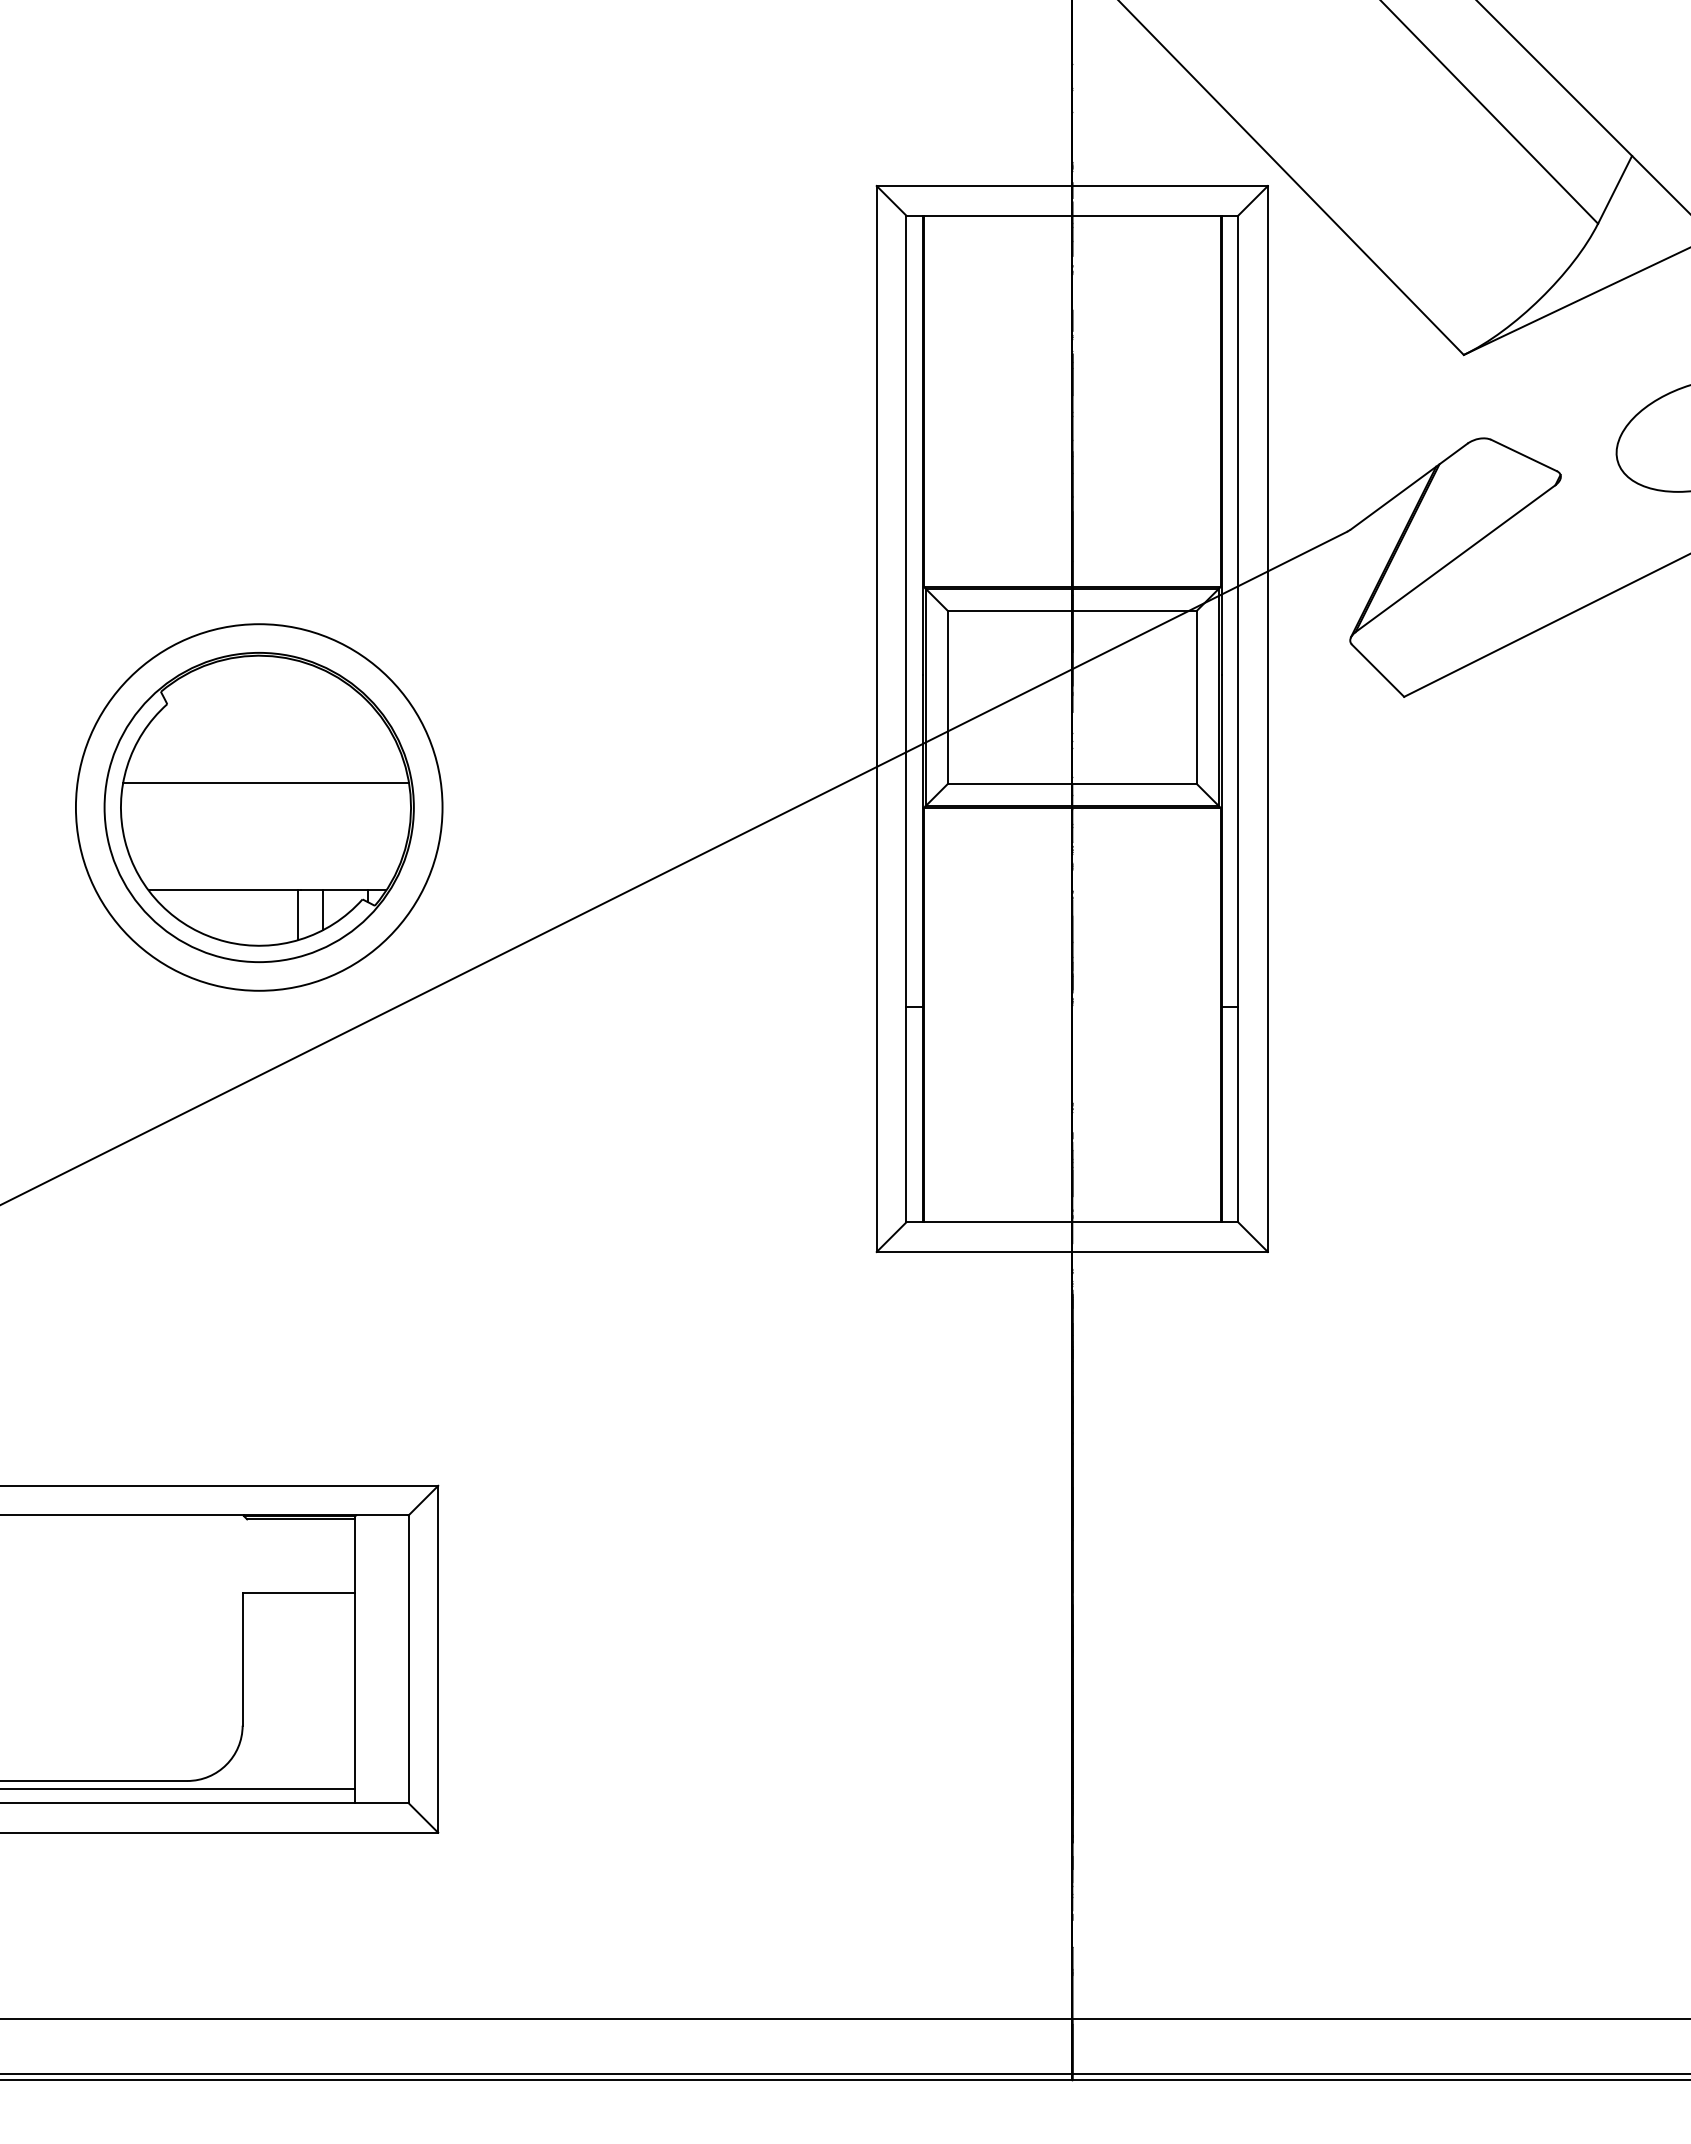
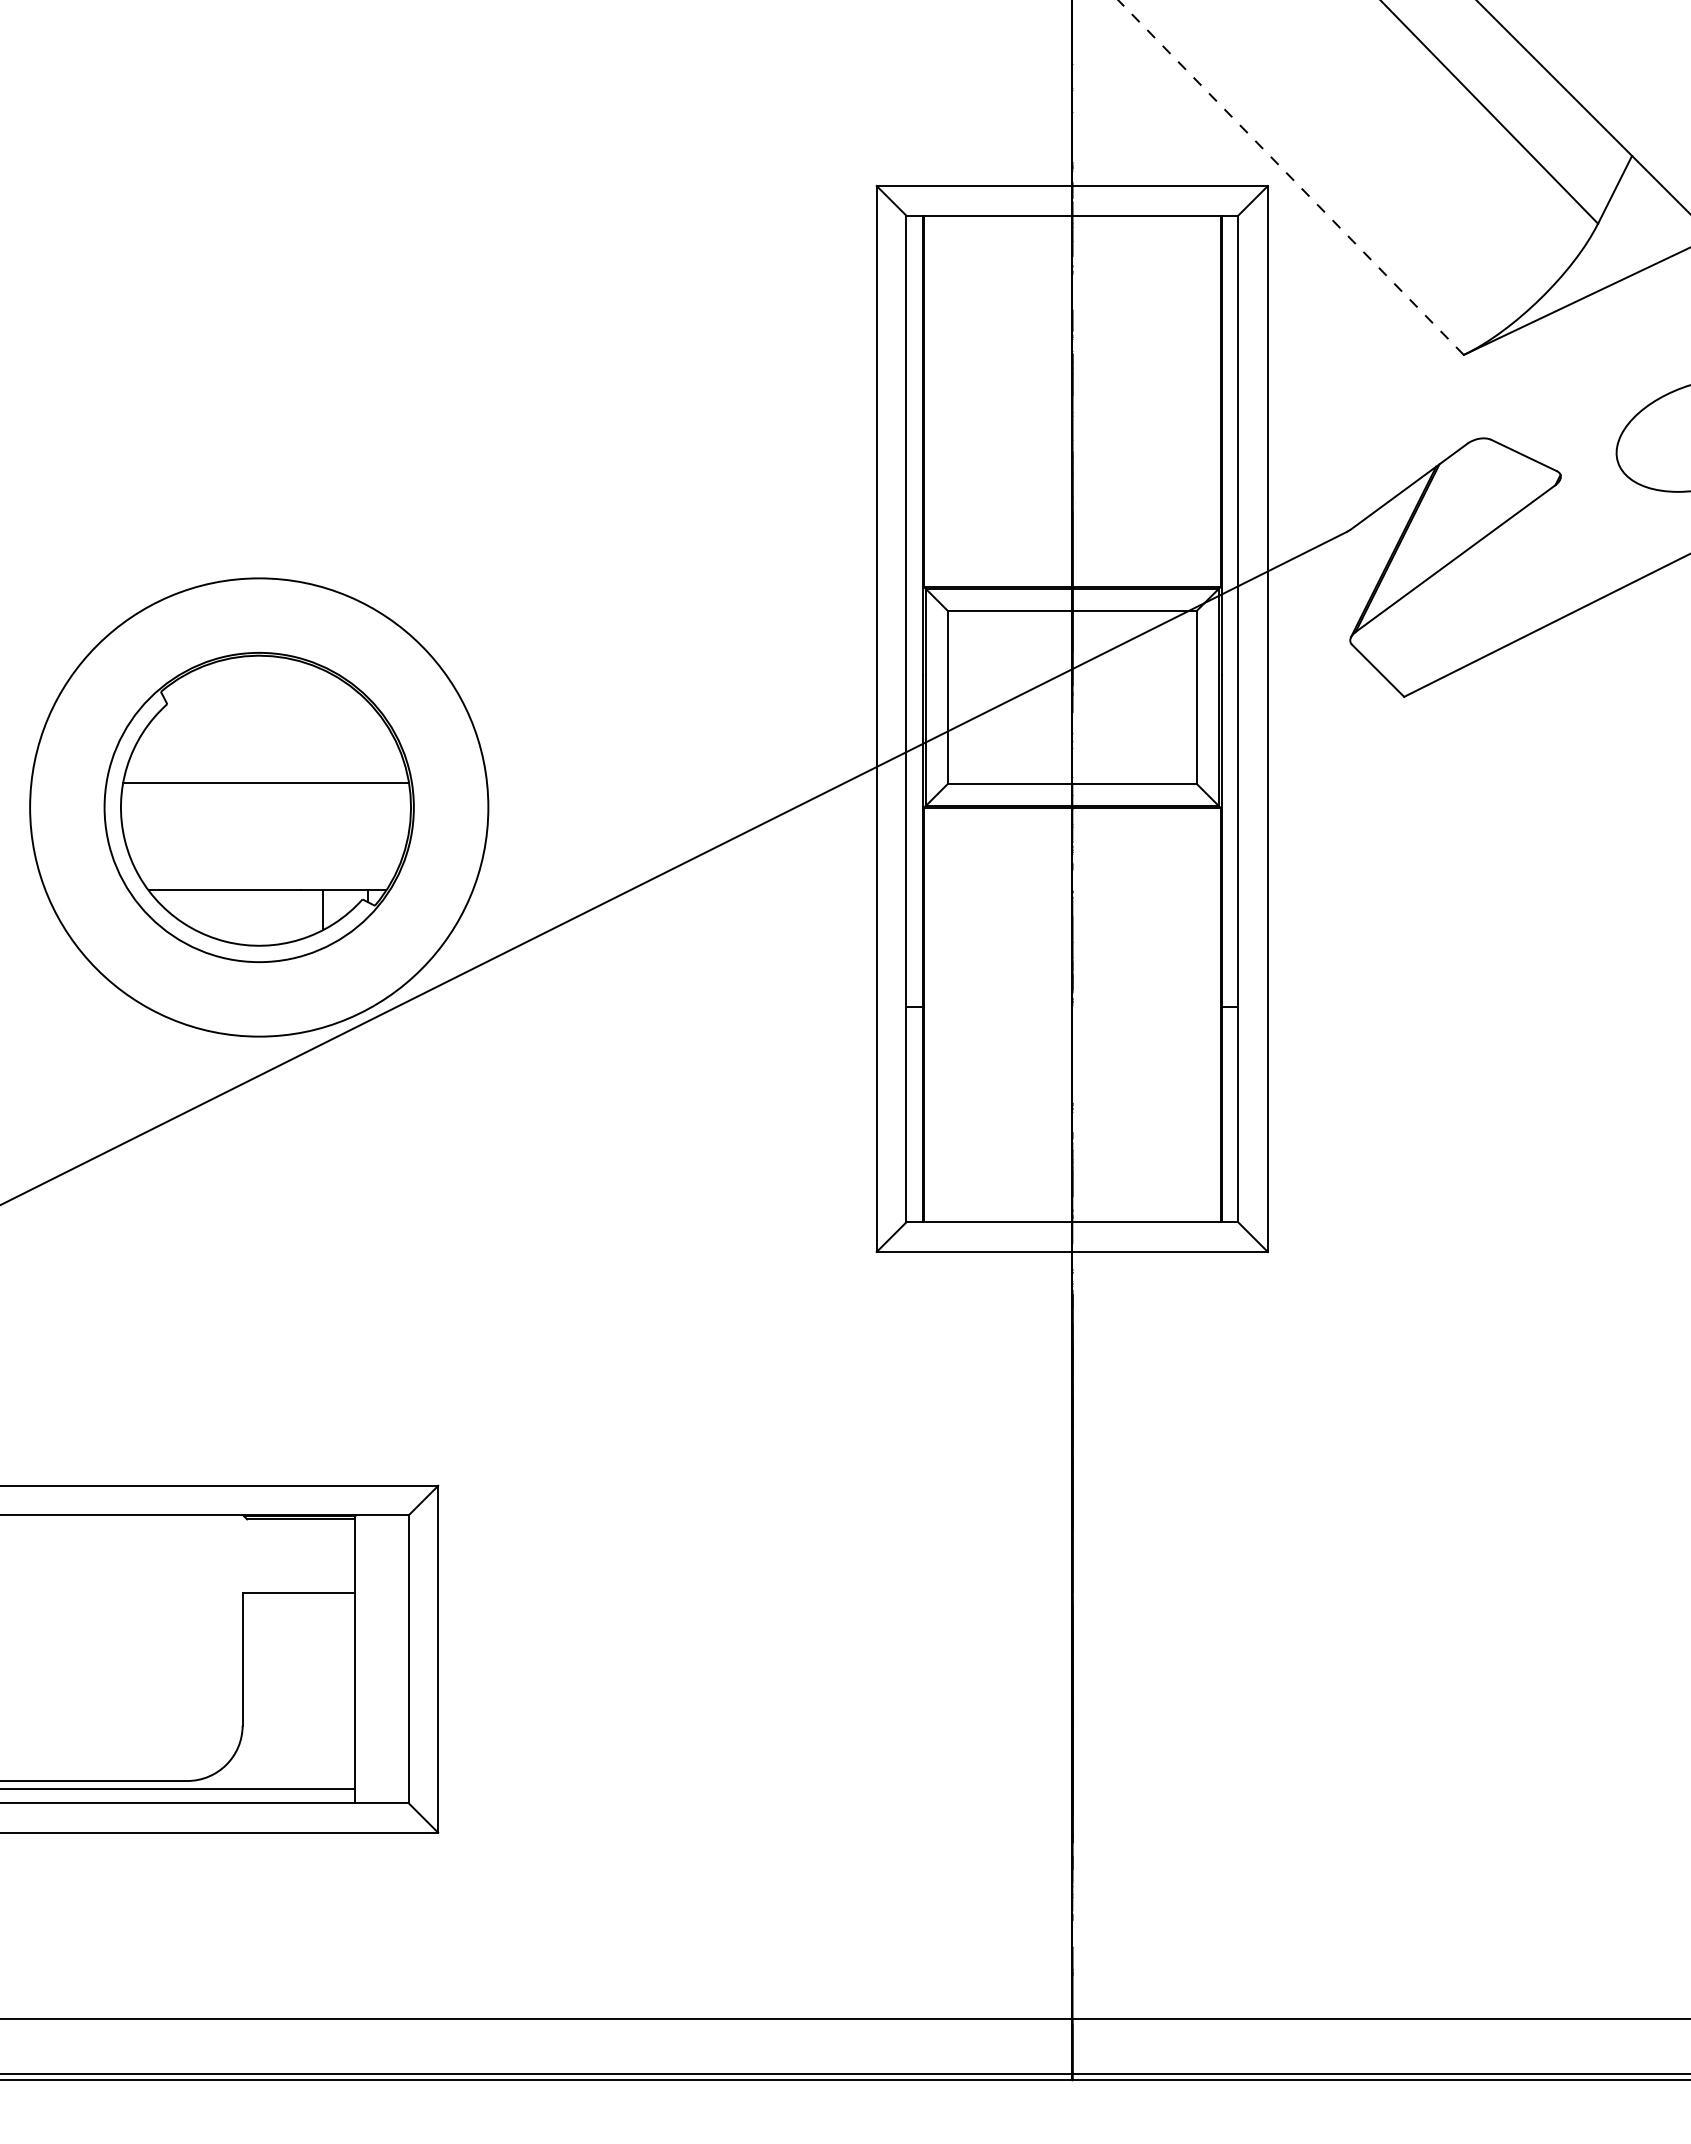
line at (1291, 177): solid -> dashed
circle at (258, 807) diameter: 367 px -> 458 px
line at (297, 915): present -> none
